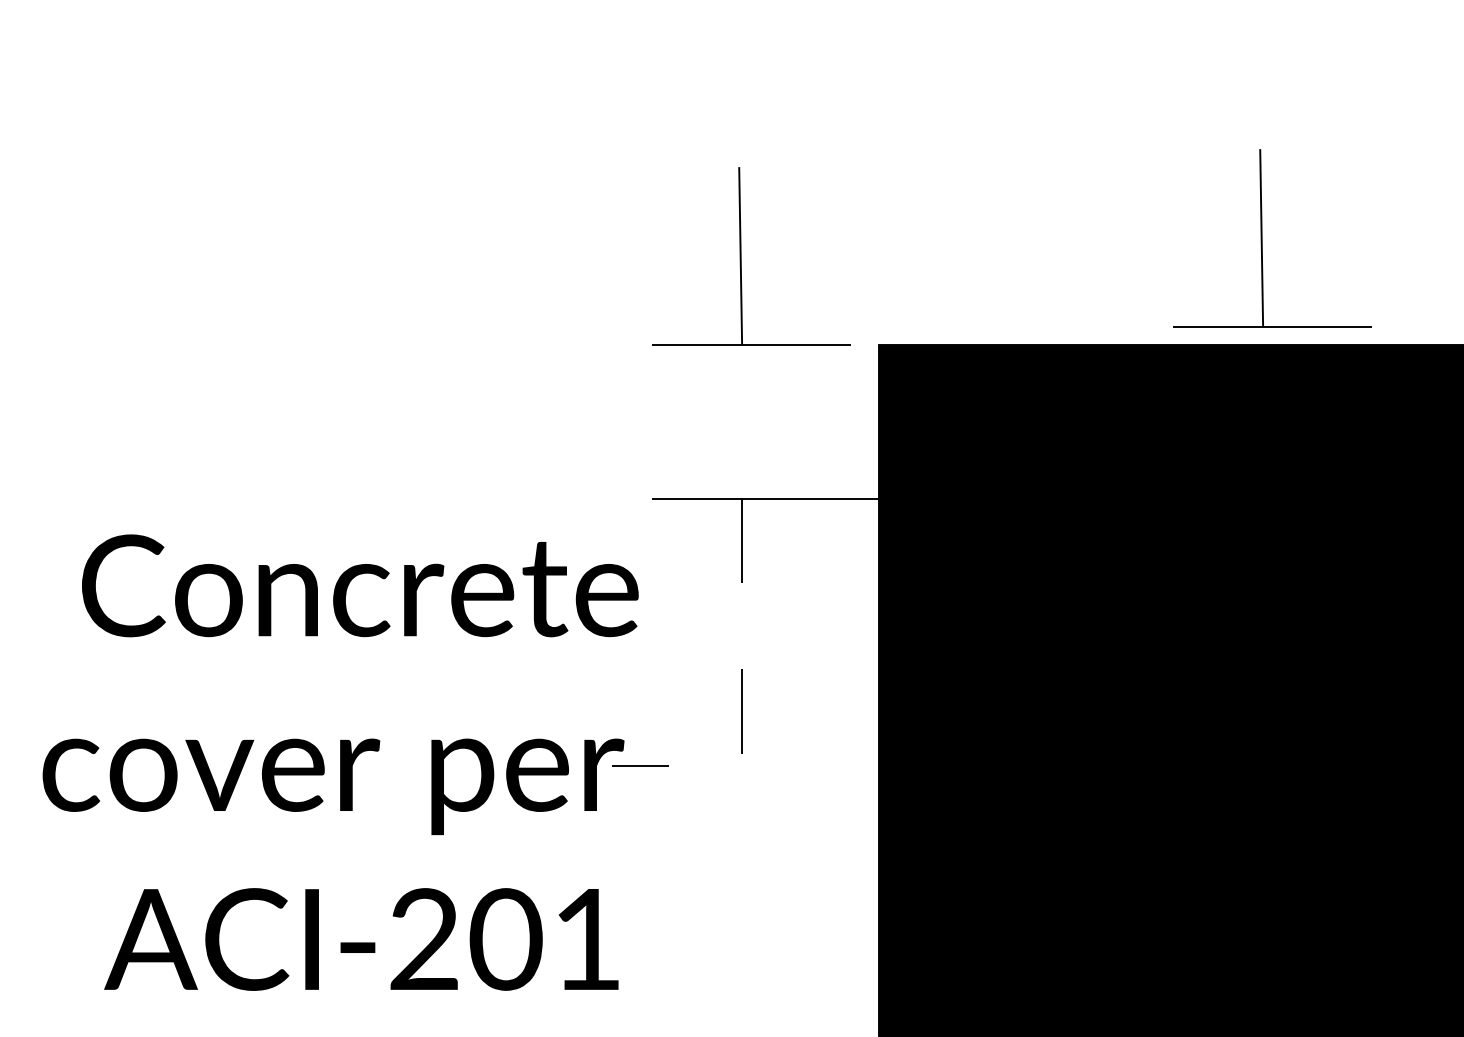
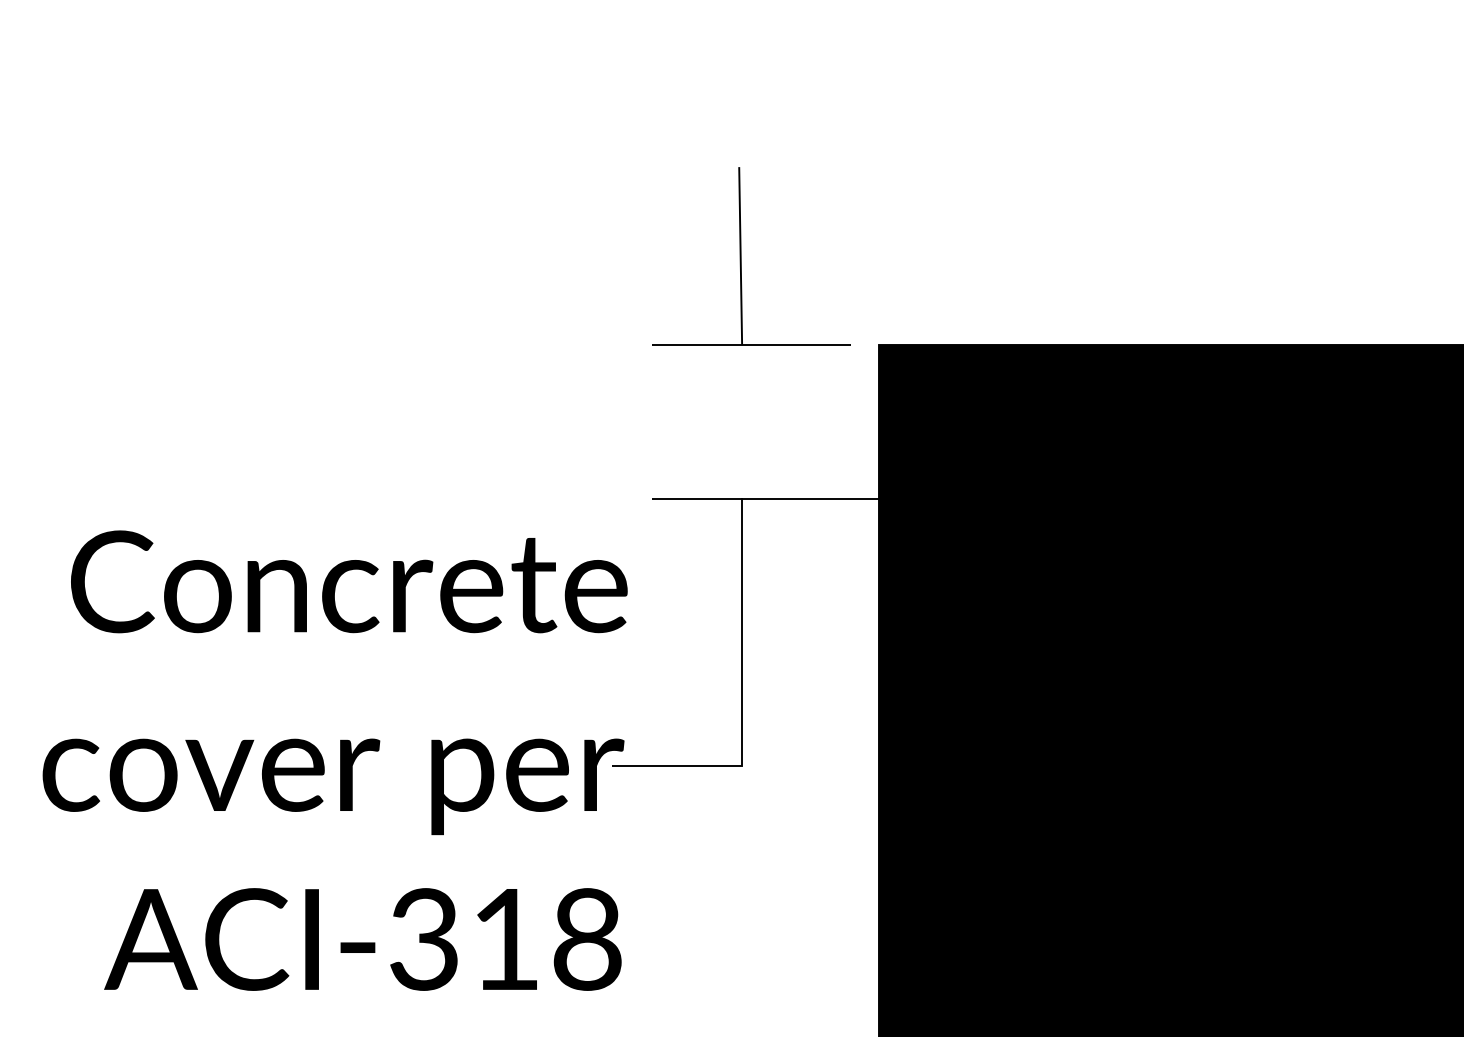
part at (1262, 238): present -> none
text at (360, 585) position: (360, 585) -> (349, 581)
line at (742, 698): dashed -> solid
text at (505, 939): ACI-201 -> ACI-318
